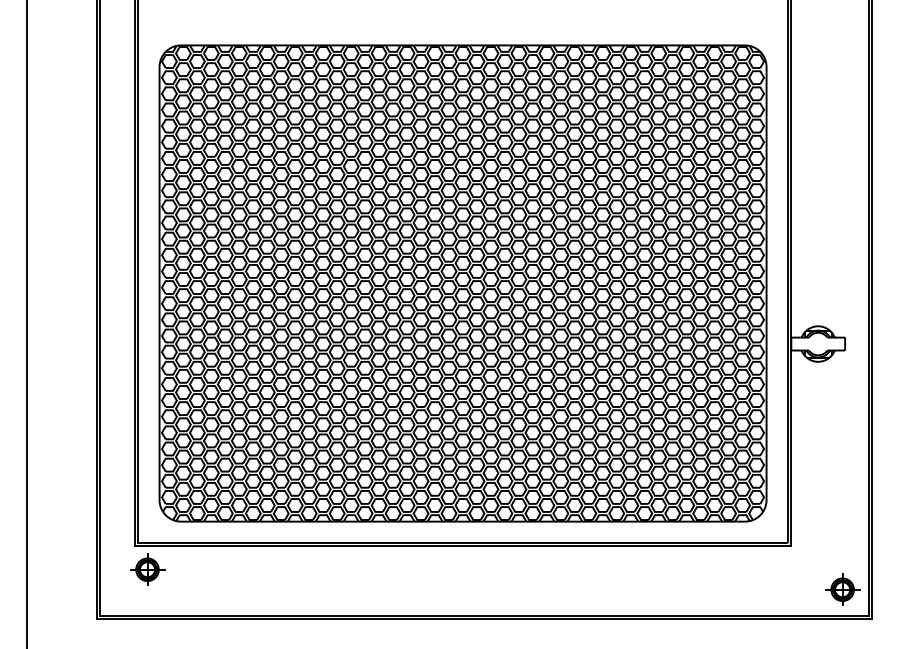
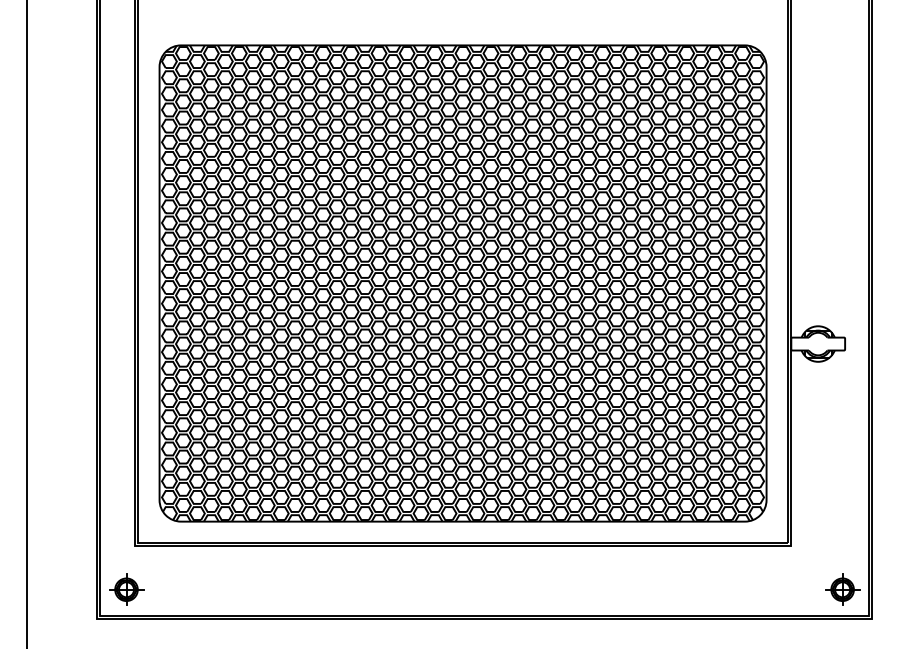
part at (147, 569) position: (147, 569) -> (126, 589)
